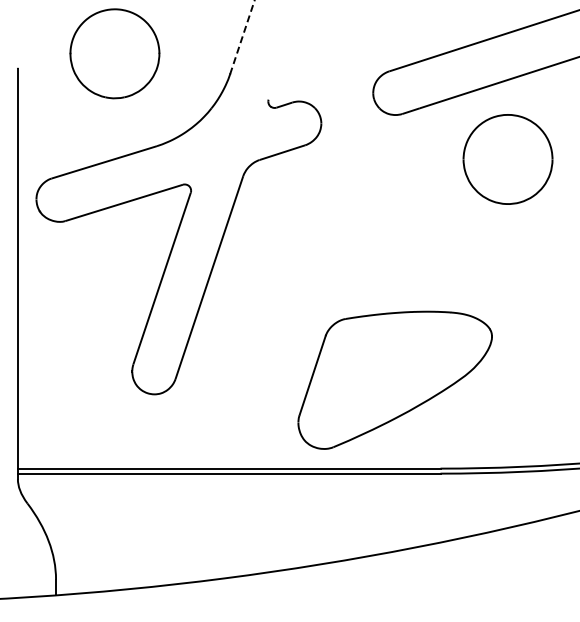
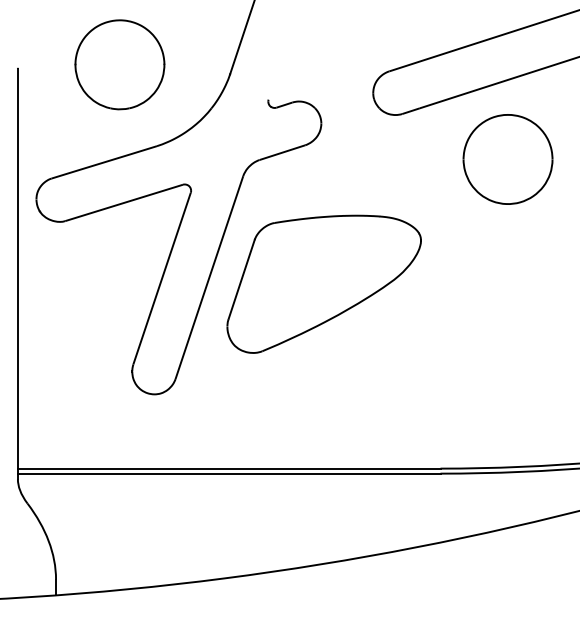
line at (242, 37): dashed -> solid
part at (114, 53) position: (114, 53) -> (119, 64)
part at (394, 379) position: (394, 379) -> (323, 283)
